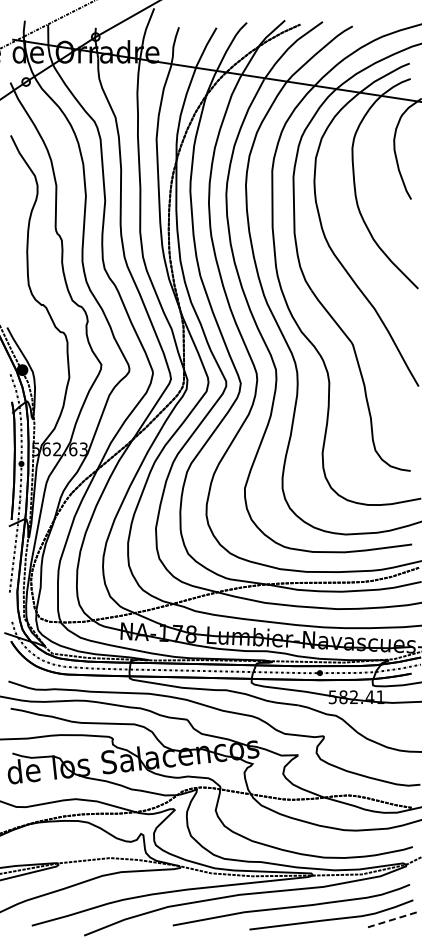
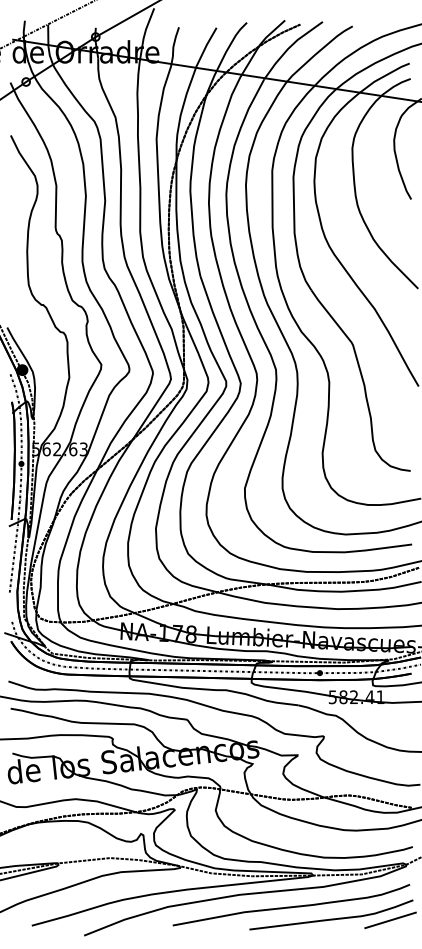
line at (390, 920): dashed -> solid
